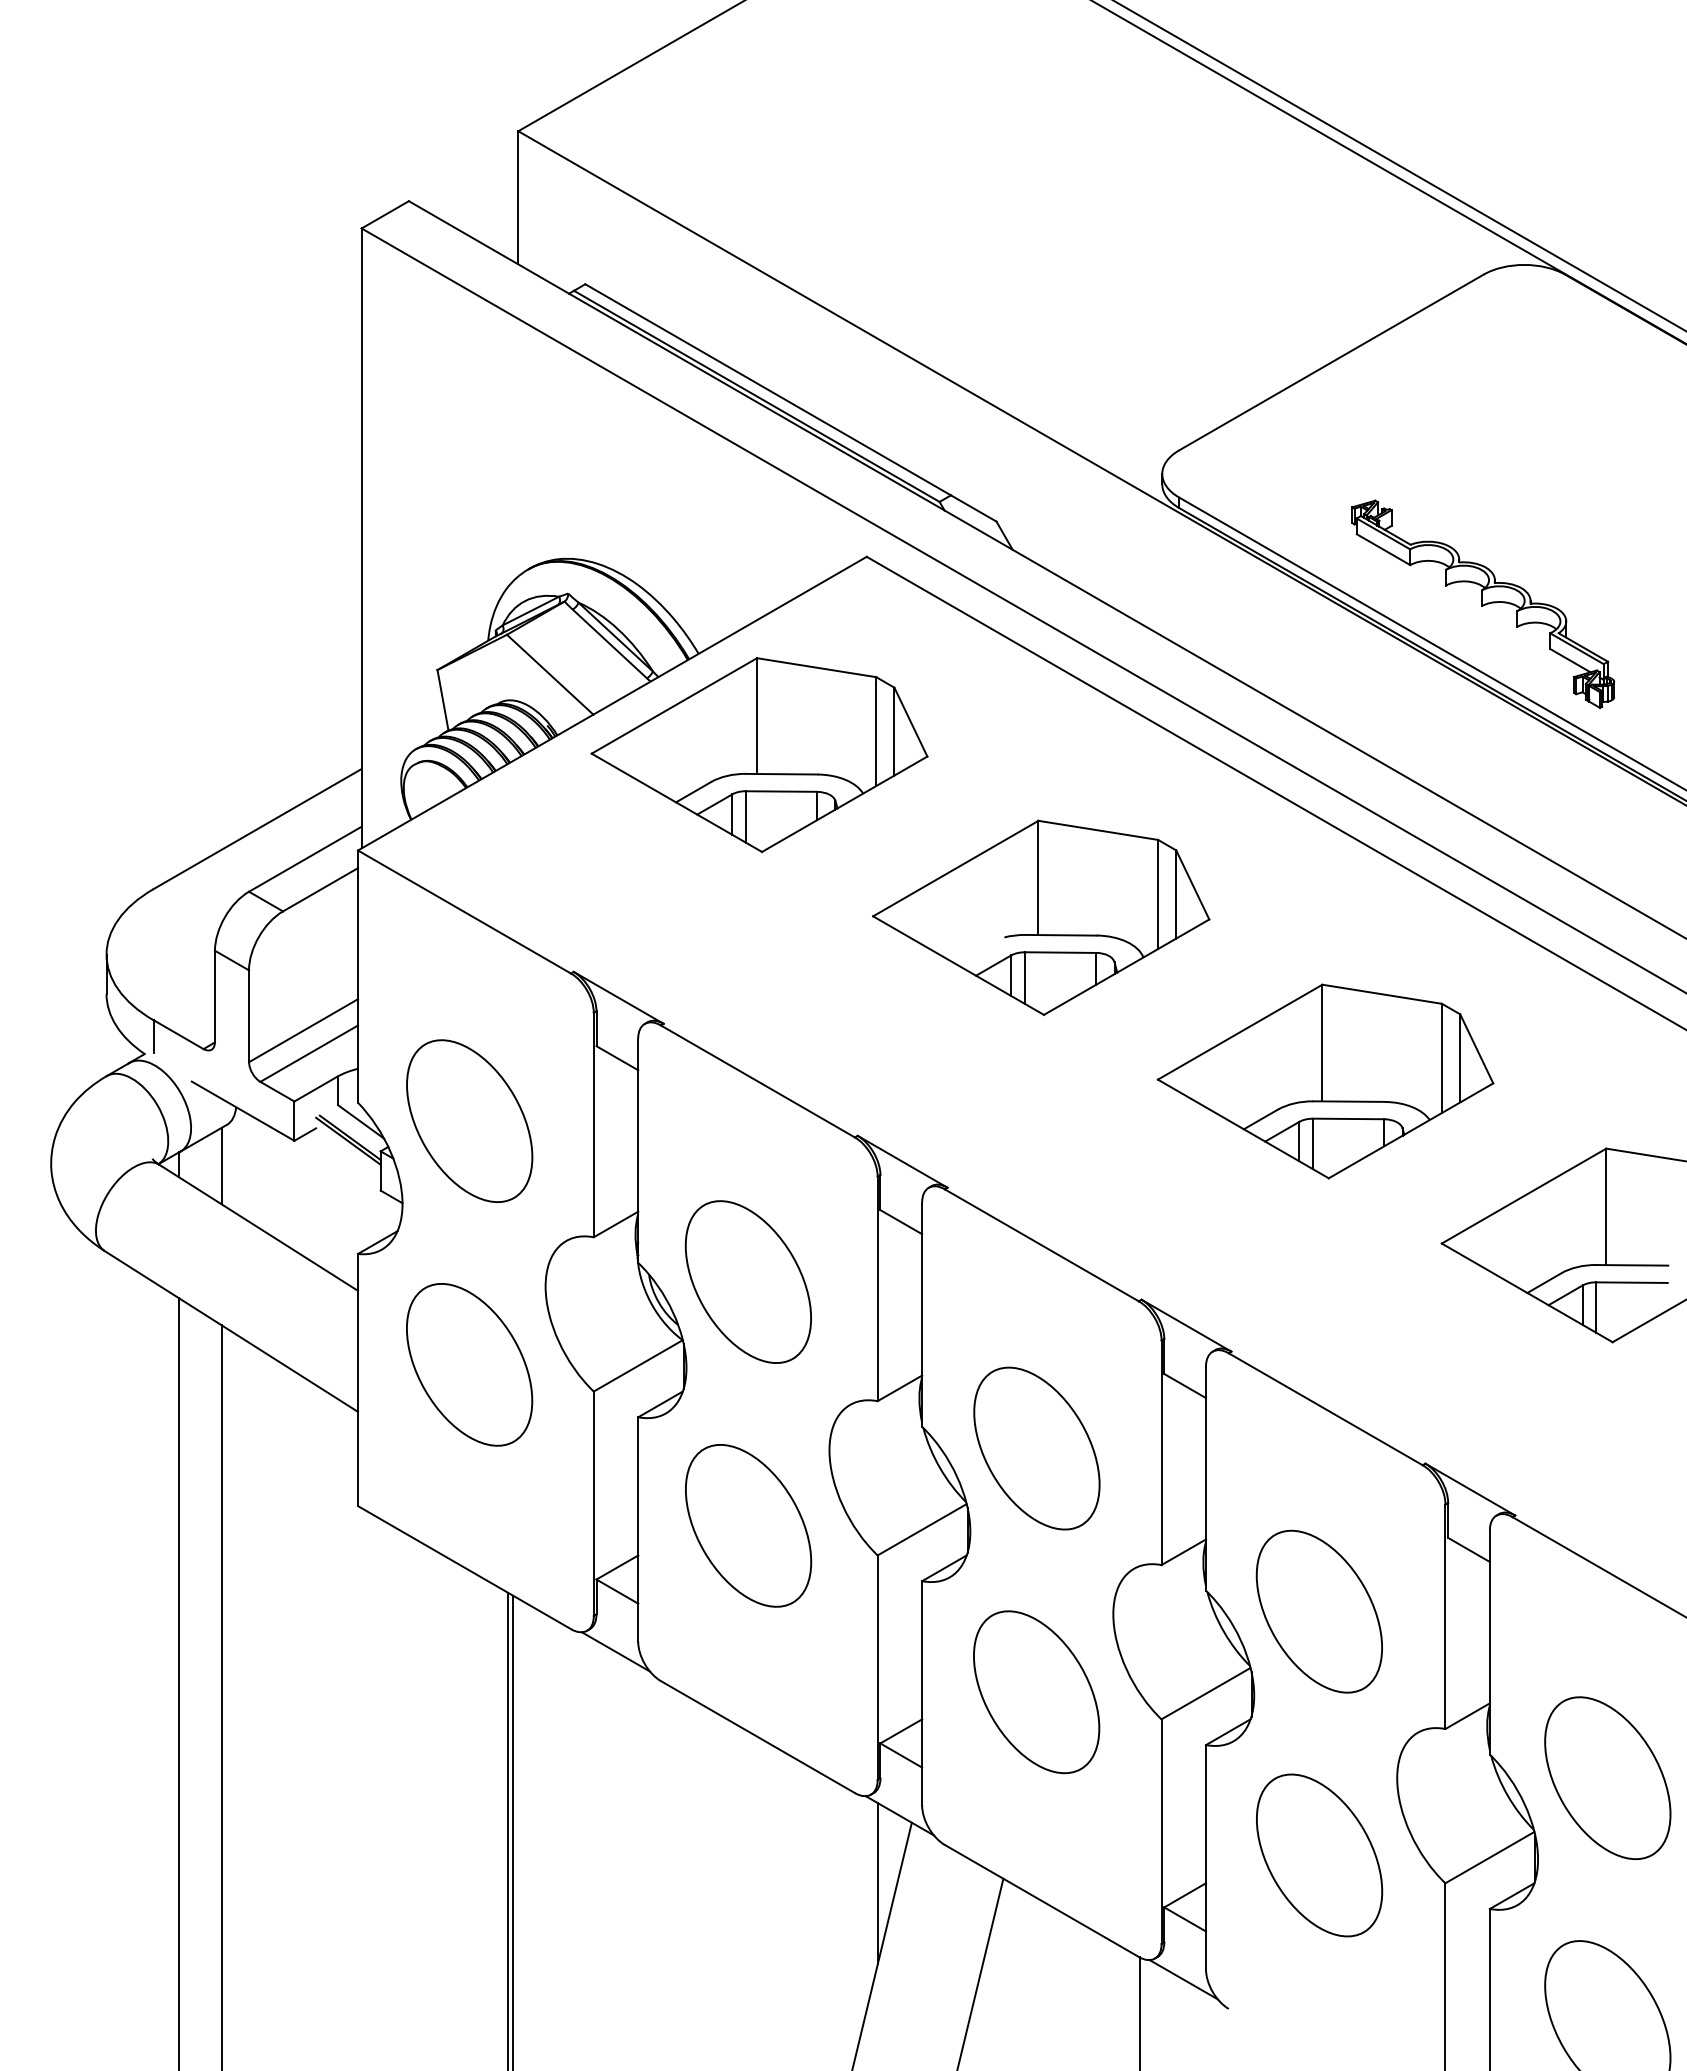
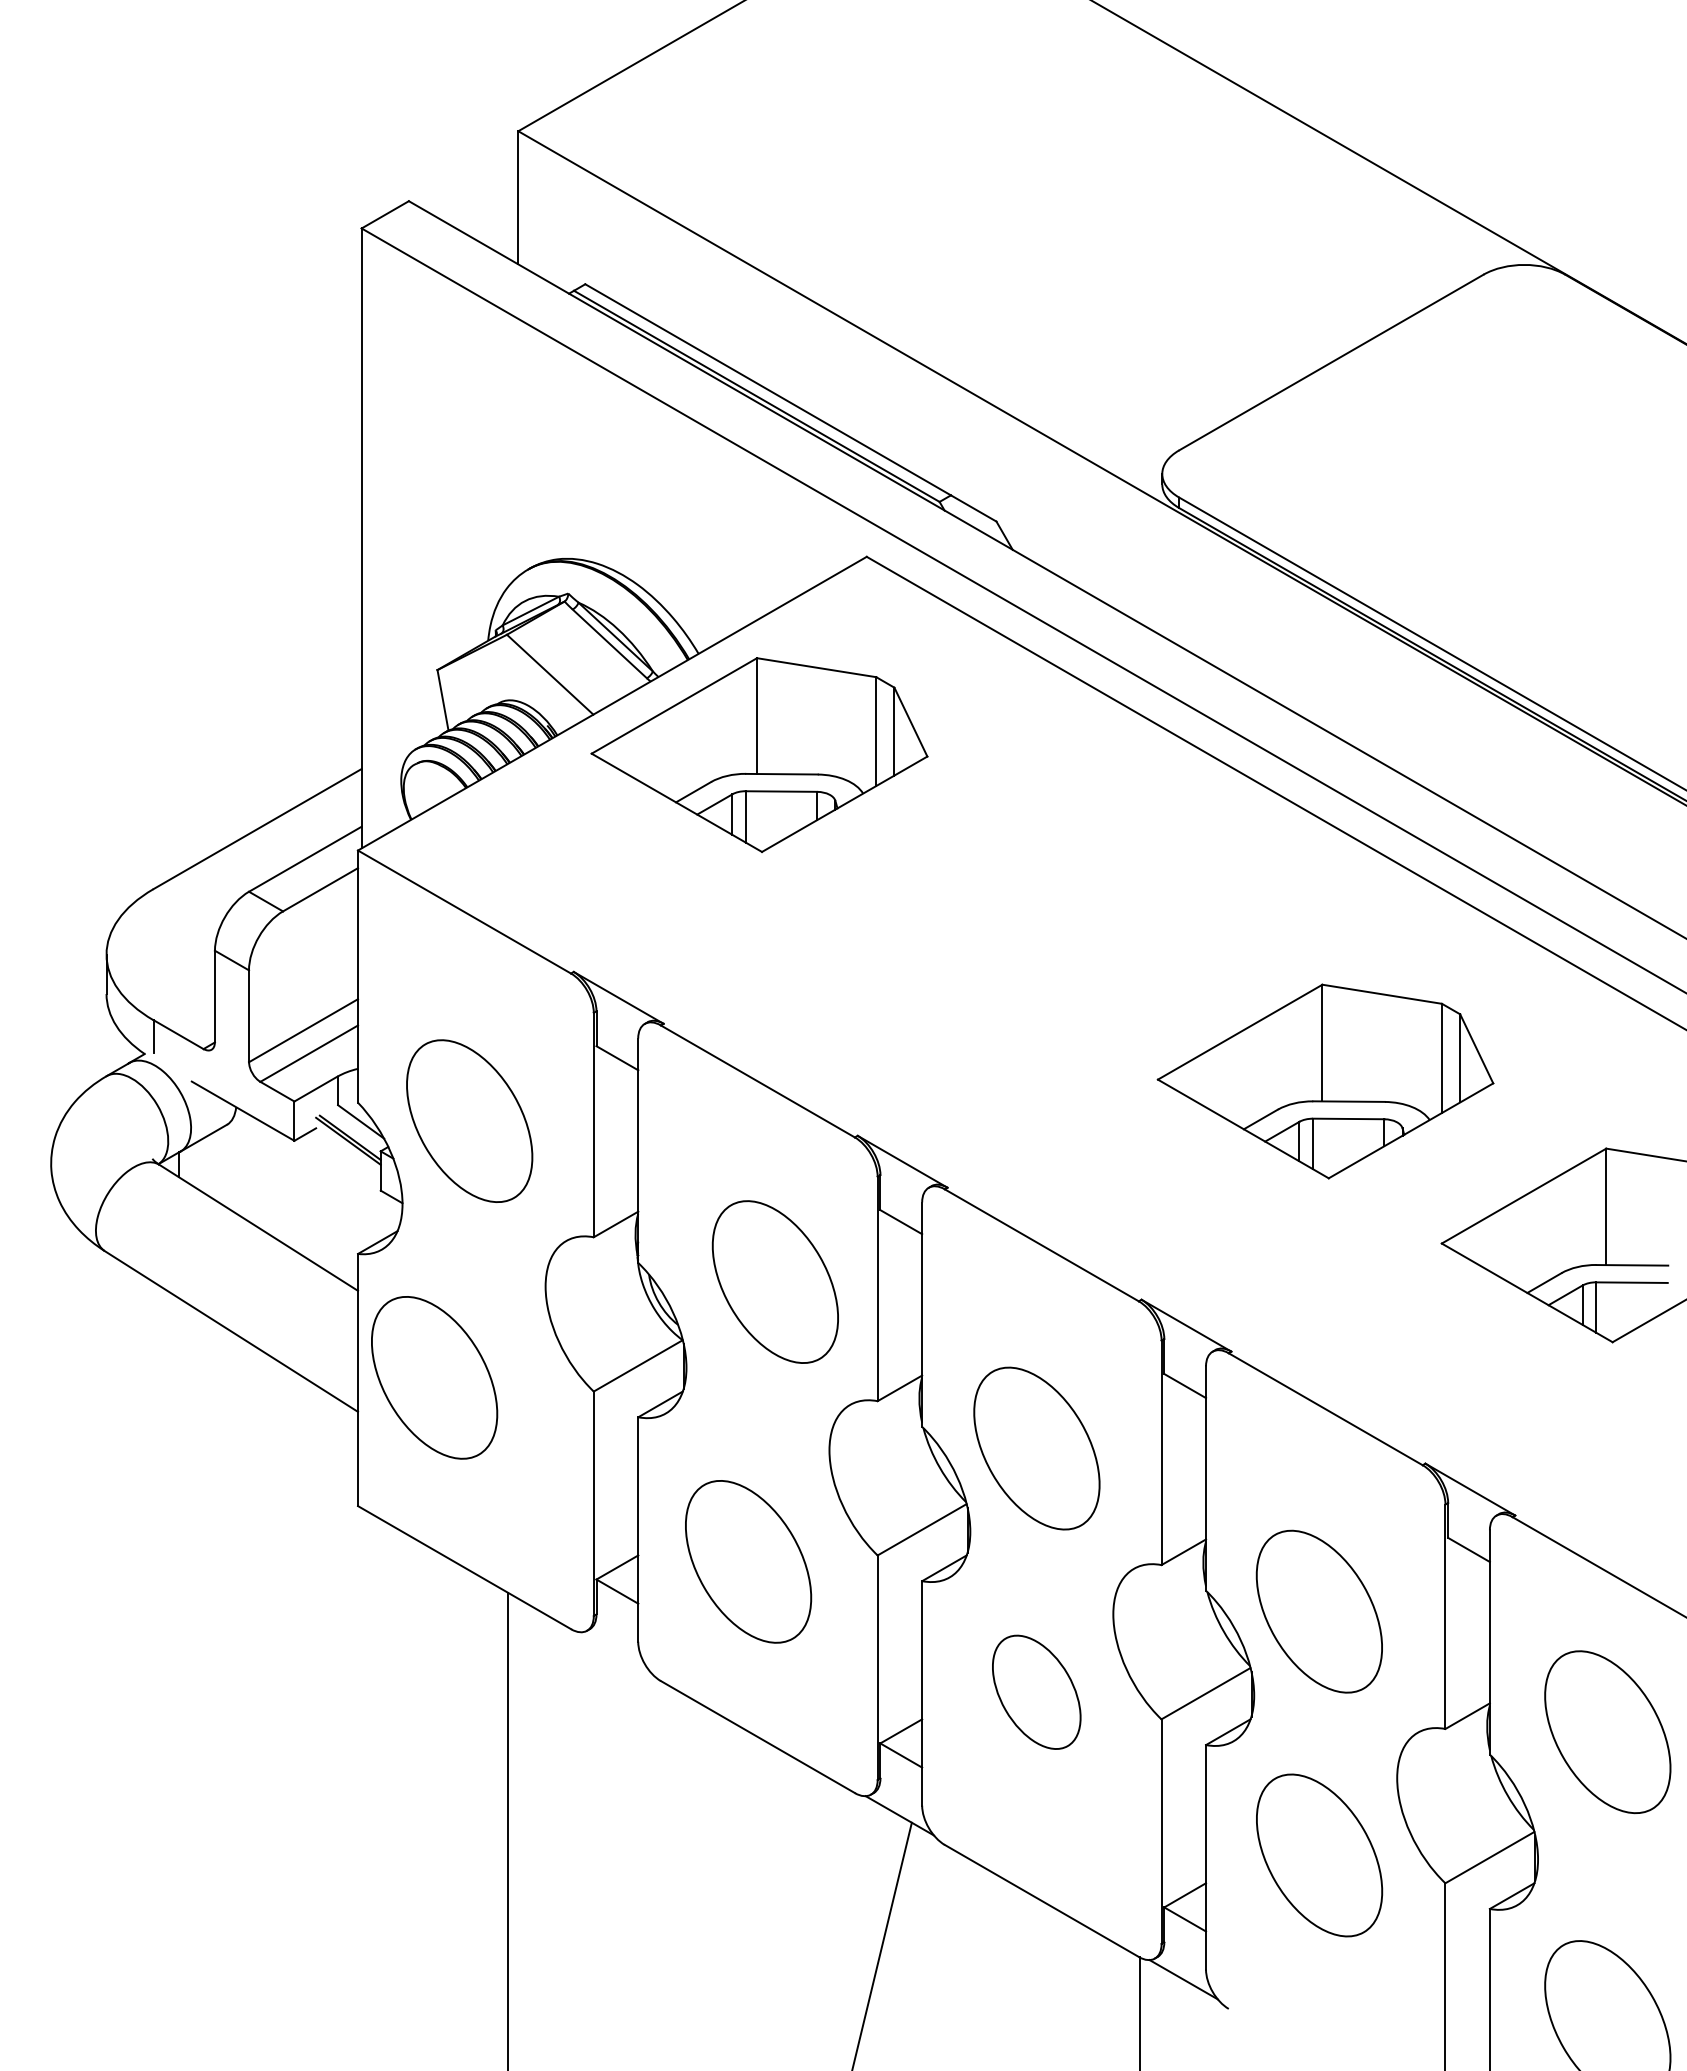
line at (1399, 165): present -> none
part at (1483, 603): present -> none
part at (1041, 917): present -> none
line at (221, 1165): present -> none
part at (747, 1281) position: (747, 1281) -> (774, 1281)
part at (469, 1364) position: (469, 1364) -> (434, 1377)
part at (748, 1525) position: (748, 1525) -> (748, 1561)
line at (615, 1651): present -> none
line at (179, 1682): present -> none
part at (1036, 1692) size: 128x165 px -> 90x116 px
line at (221, 1696): present -> none
part at (1607, 1778) position: (1607, 1778) -> (1607, 1732)
line at (513, 1831): present -> none
line at (877, 1883): present -> none
line at (980, 1972): present -> none
